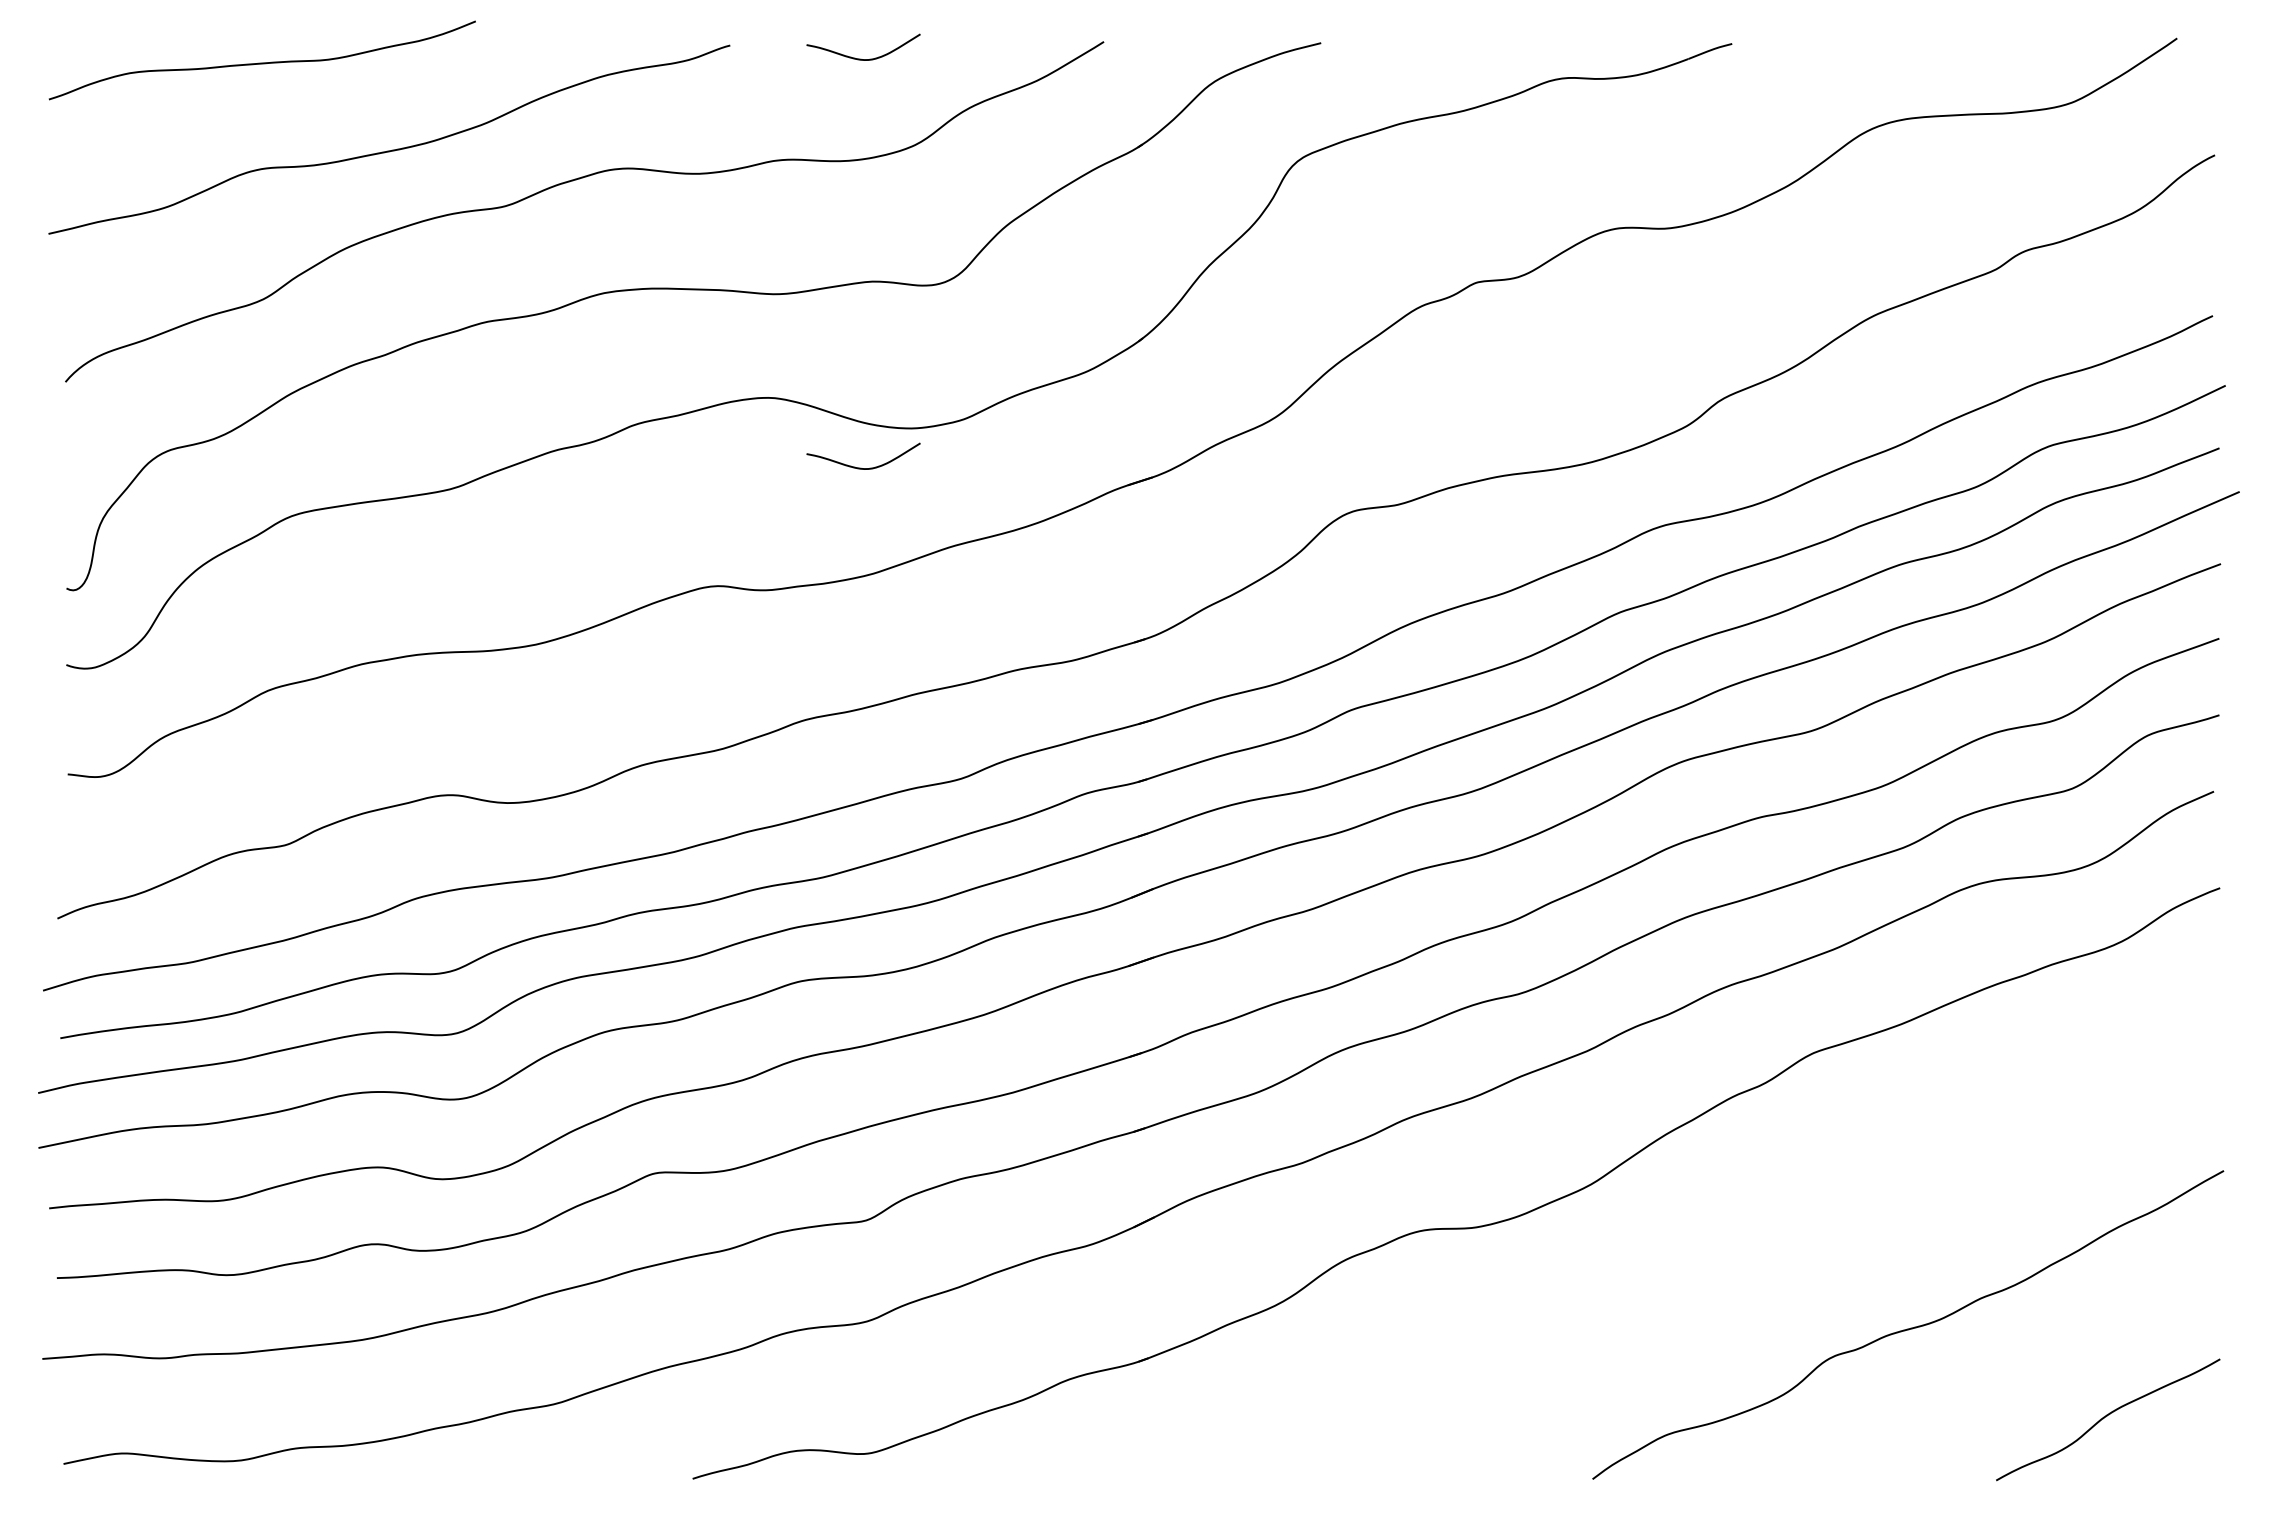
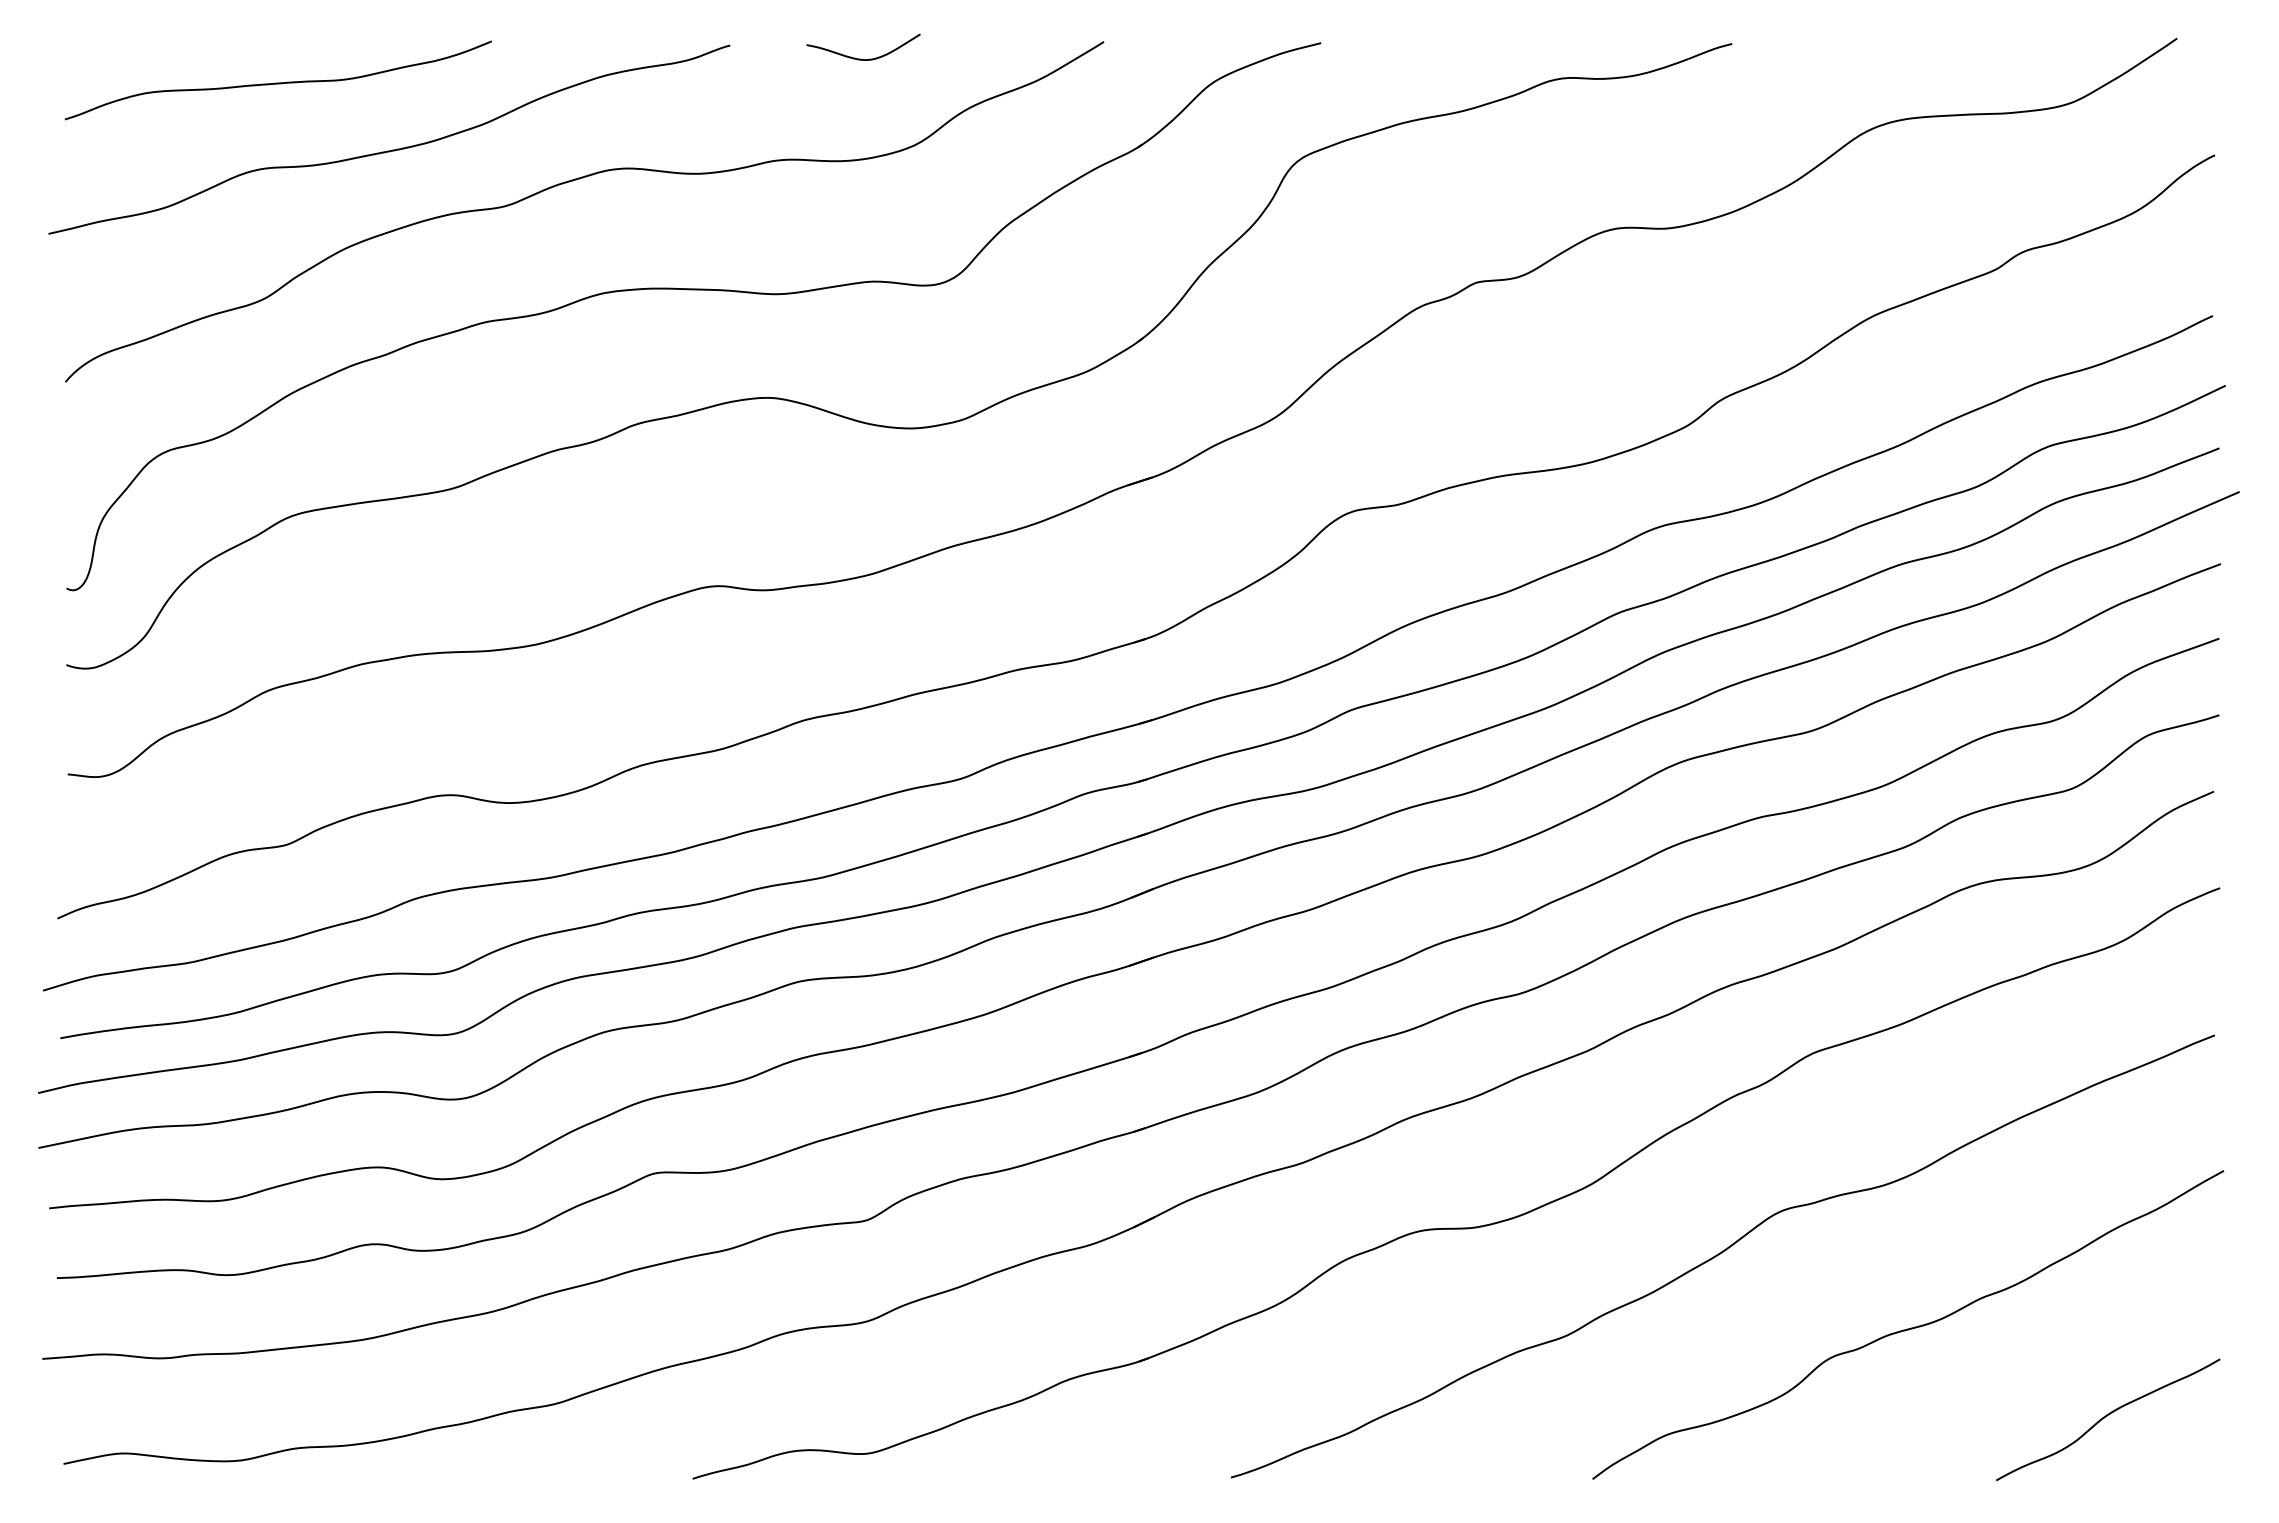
curve at (261, 62) position: (261, 62) -> (277, 82)
curve at (861, 467): present -> none
curve at (1720, 1254): none -> present
